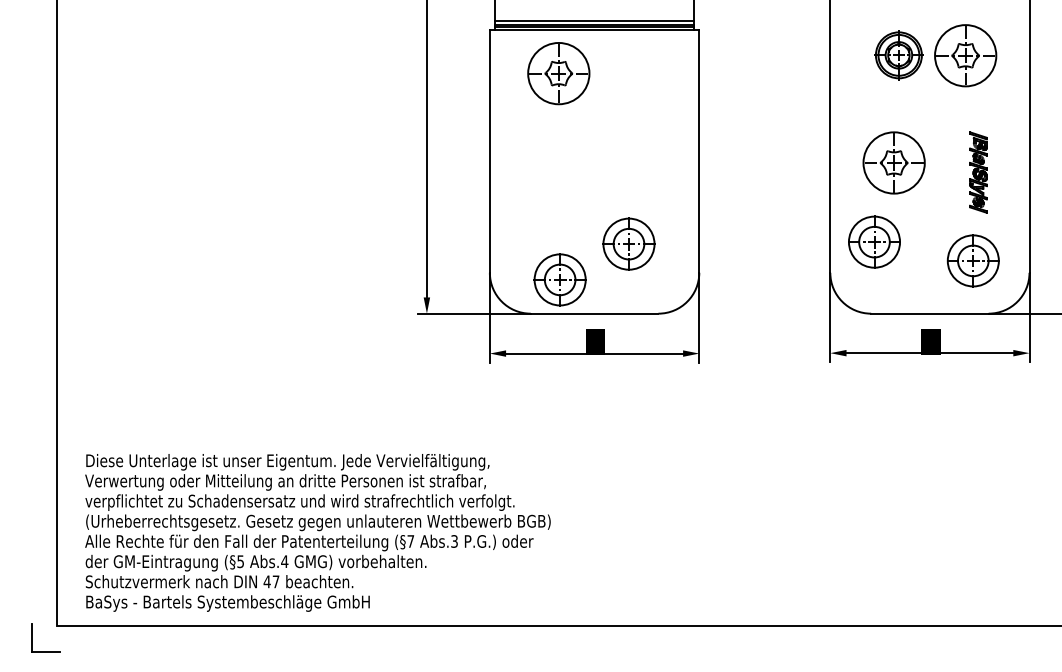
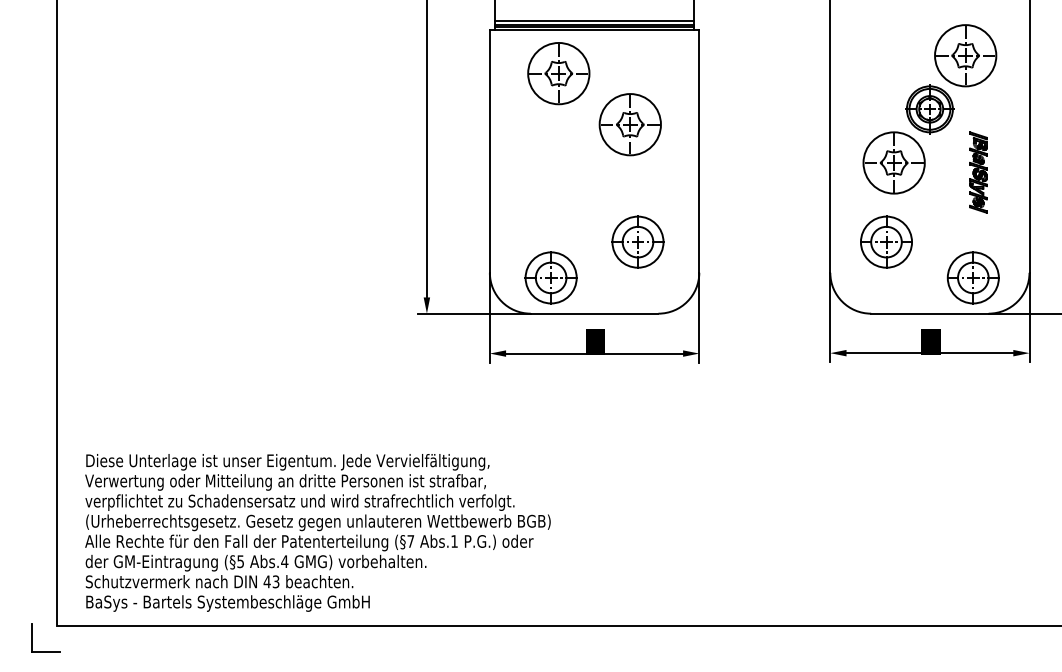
part at (898, 55) position: (898, 55) -> (929, 109)
part at (629, 124): none -> present
part at (874, 241) position: (874, 241) -> (886, 241)
part at (628, 243) position: (628, 243) -> (637, 241)
part at (972, 260) position: (972, 260) -> (972, 277)
part at (559, 279) position: (559, 279) -> (550, 277)
text at (454, 541): Abs.3 -> Abs.1
text at (275, 581): 47 -> 43
